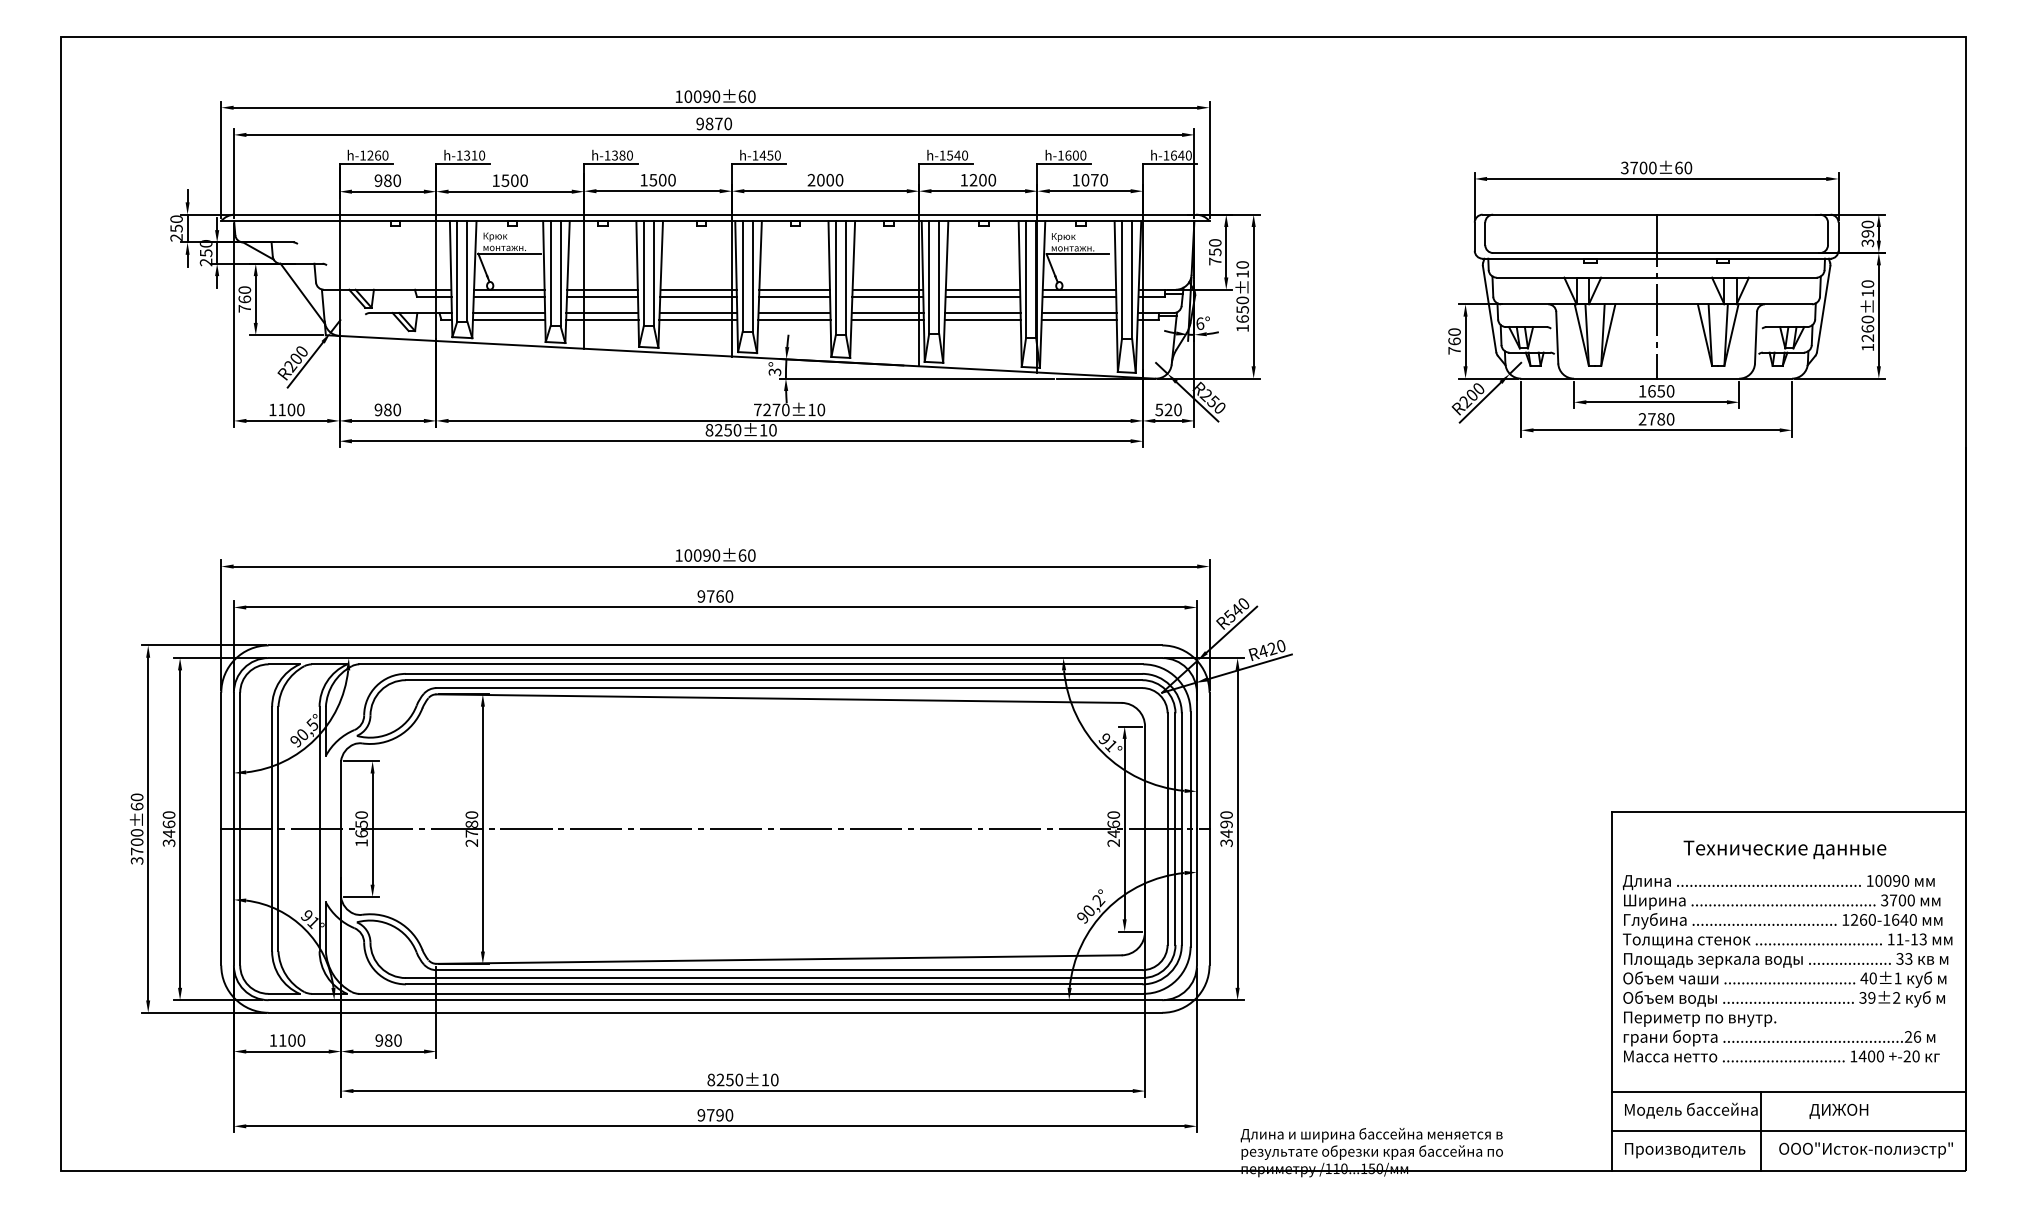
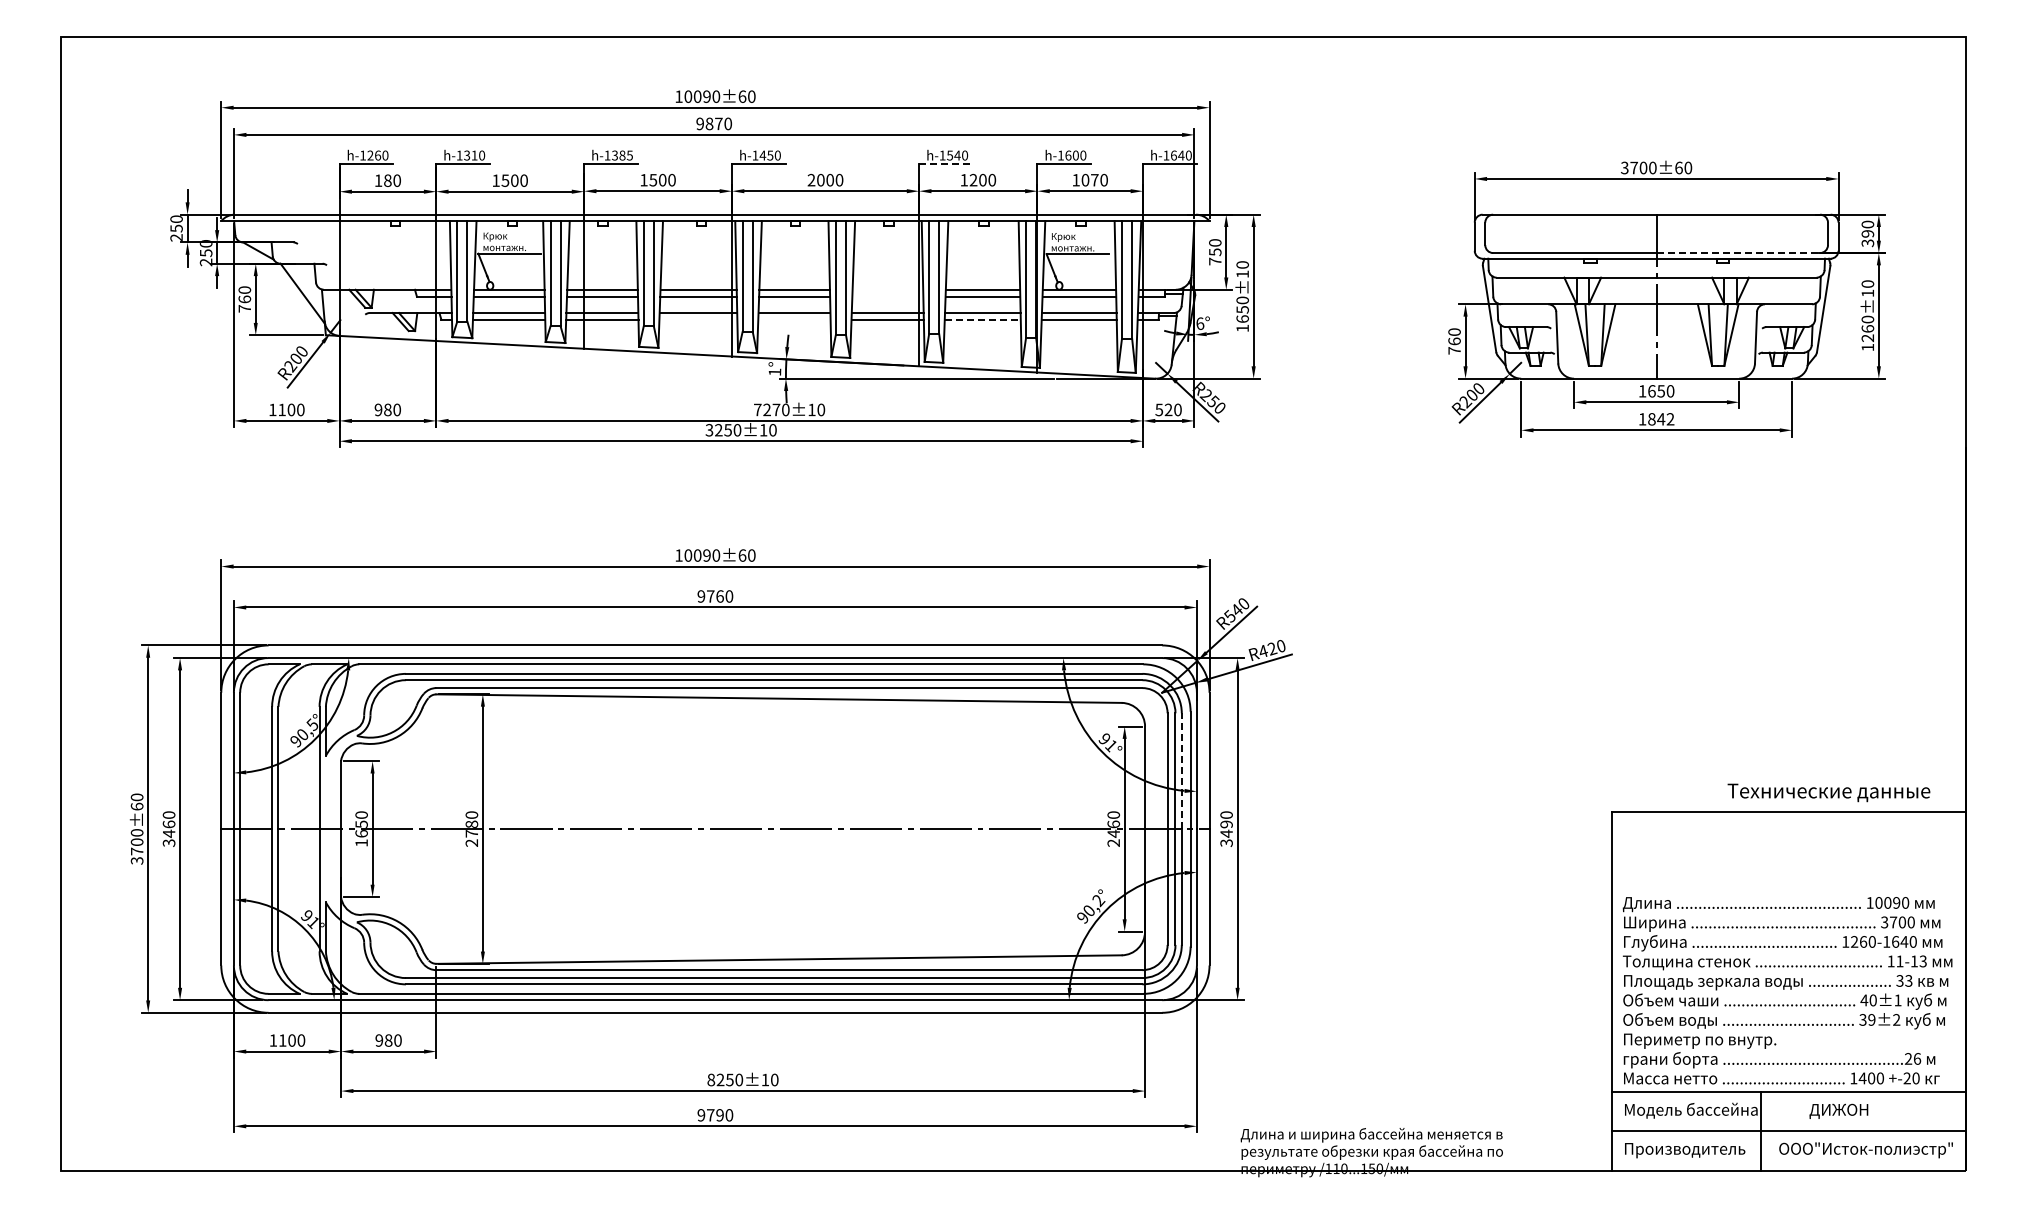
text at (629, 155): h-1380 -> h-1385
line at (946, 164): solid -> dashed
text at (378, 180): 980 -> 180
line at (1738, 253): solid -> dashed
line at (887, 289): present -> none
line at (887, 296): present -> none
line at (698, 319): present -> none
line at (794, 319): present -> none
line at (983, 319): solid -> dashed
text at (774, 372): 3° -> 1°
text at (1656, 419): 2780 -> 1842
text at (709, 430): 8250±10 -> 3250±10
line at (1181, 771): solid -> dashed
text at (1784, 849) position: (1784, 849) -> (1828, 792)
text at (1787, 968) position: (1787, 968) -> (1787, 990)
